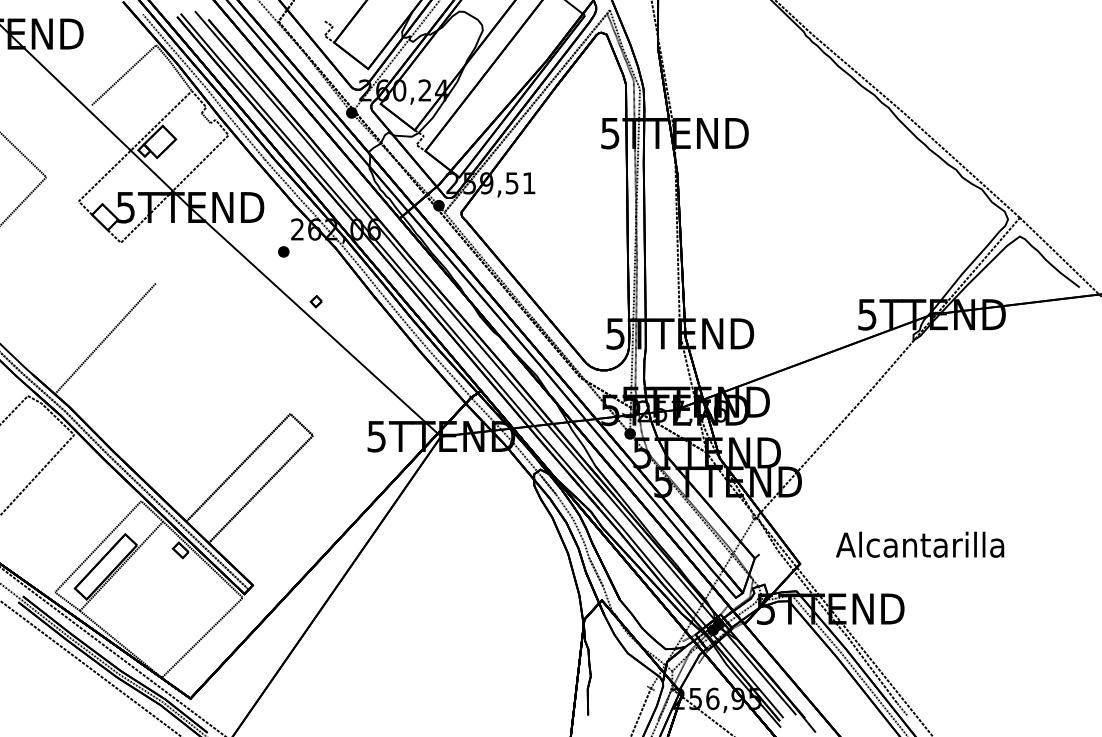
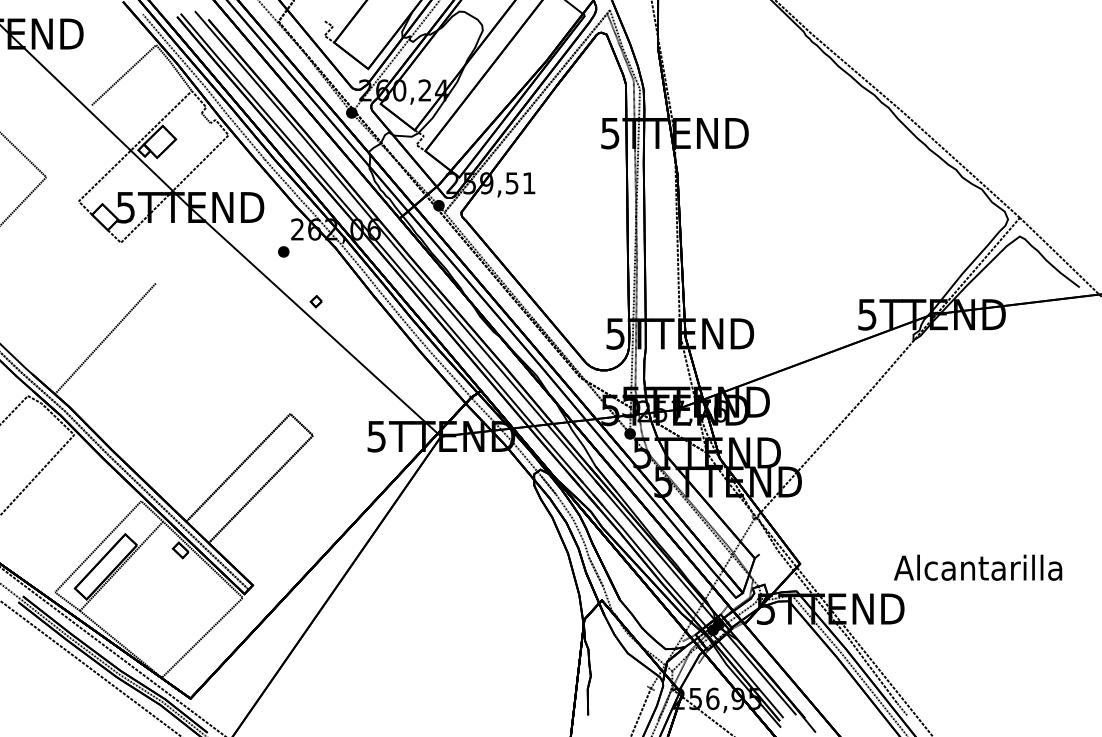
text at (920, 544) position: (920, 544) -> (978, 567)
